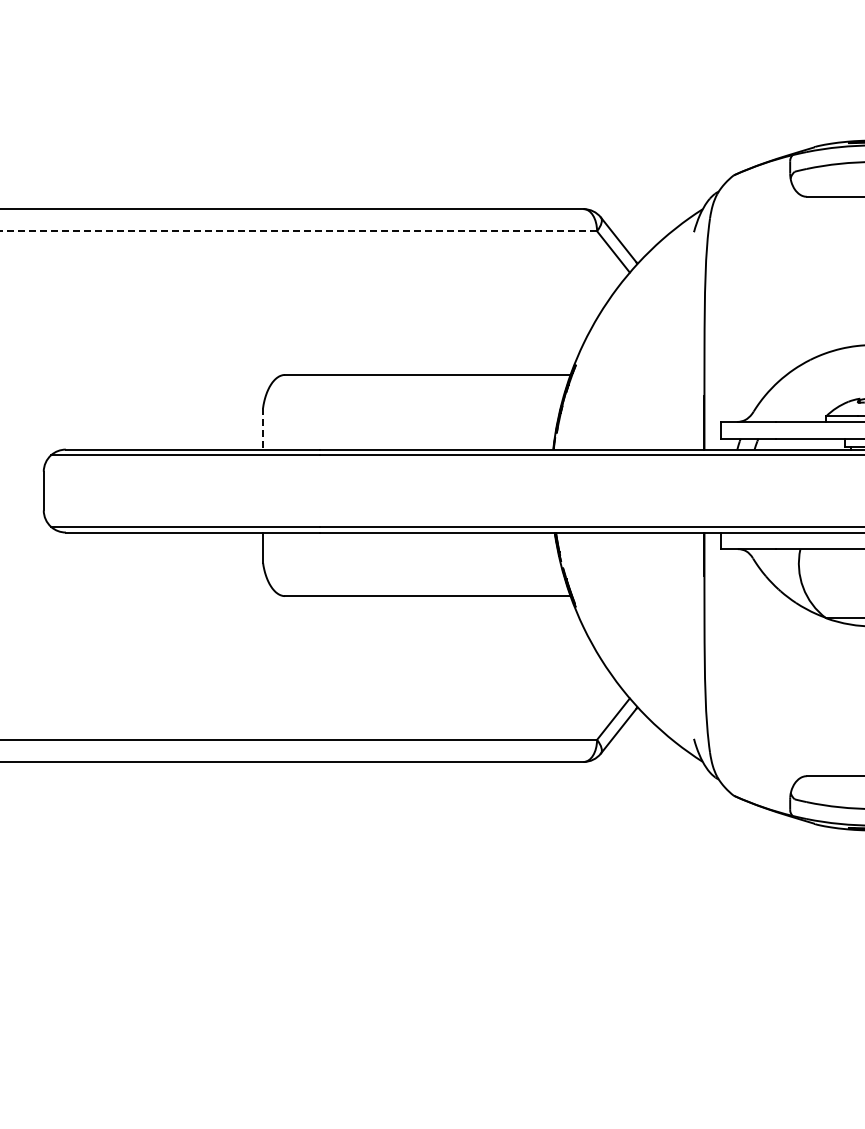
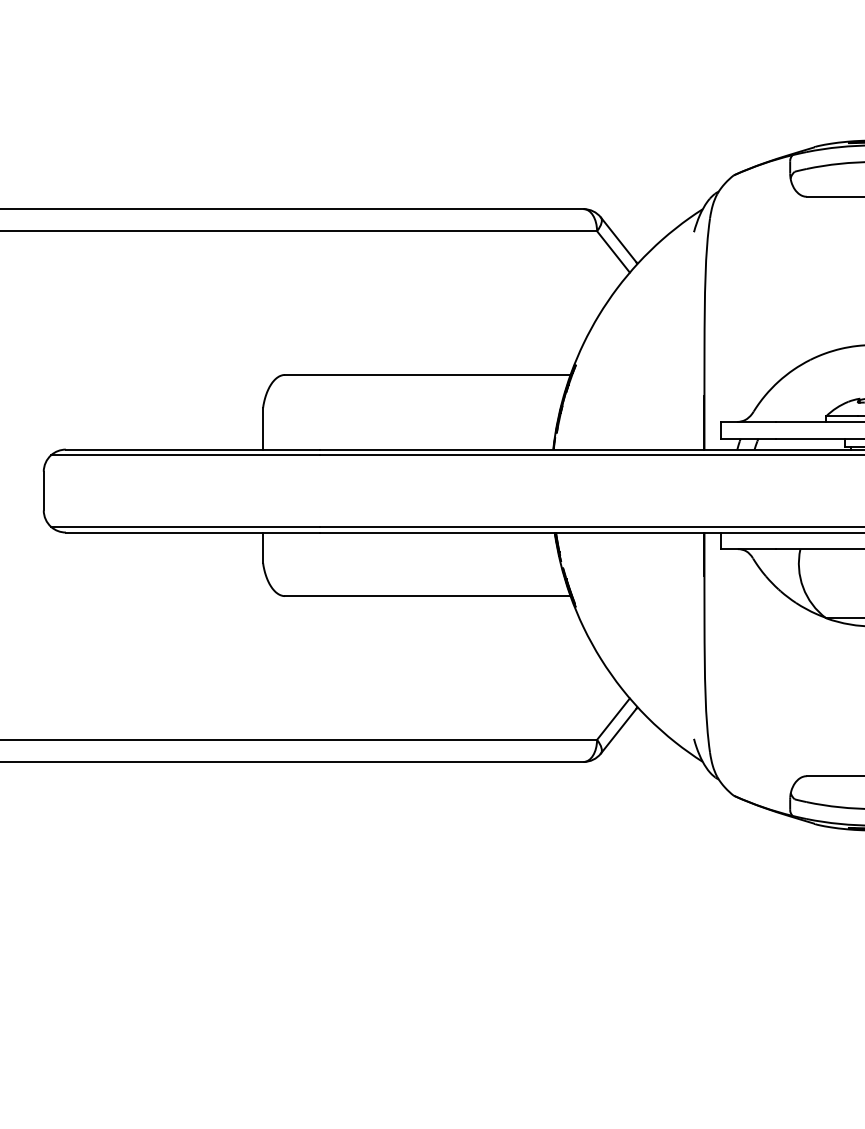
line at (298, 231): dashed -> solid
line at (263, 428): dashed -> solid
